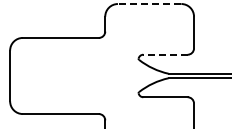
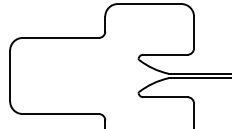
line at (149, 4): dashed -> solid
line at (165, 54): dashed -> solid
